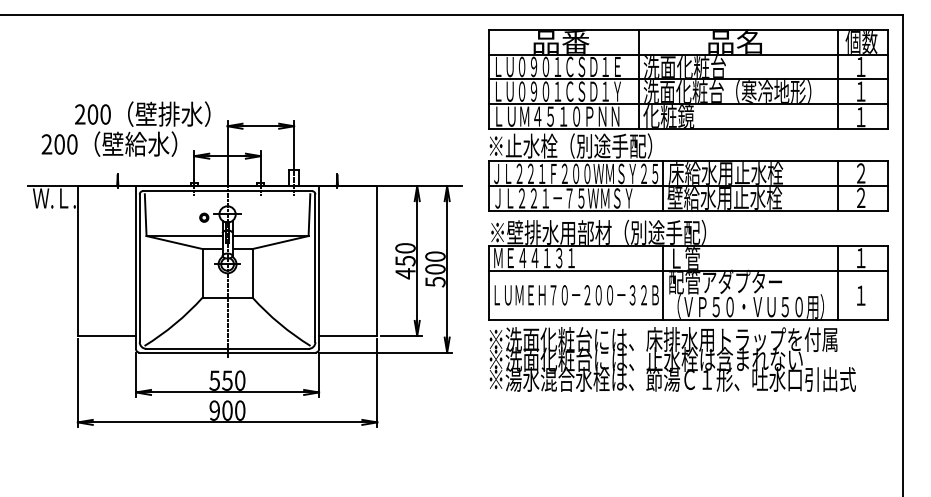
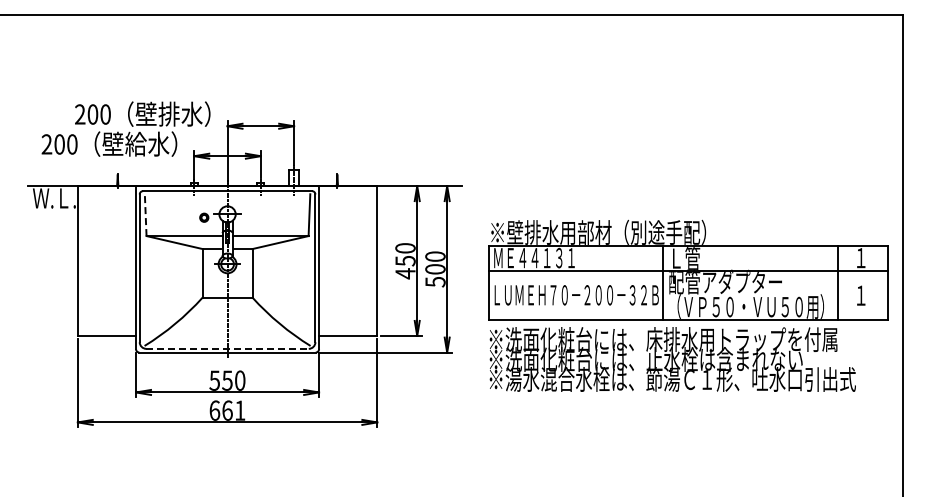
part at (688, 120): present -> none
line at (145, 215): solid -> dashed
line at (228, 348): solid -> dashed
text at (227, 410): 900 -> 661
